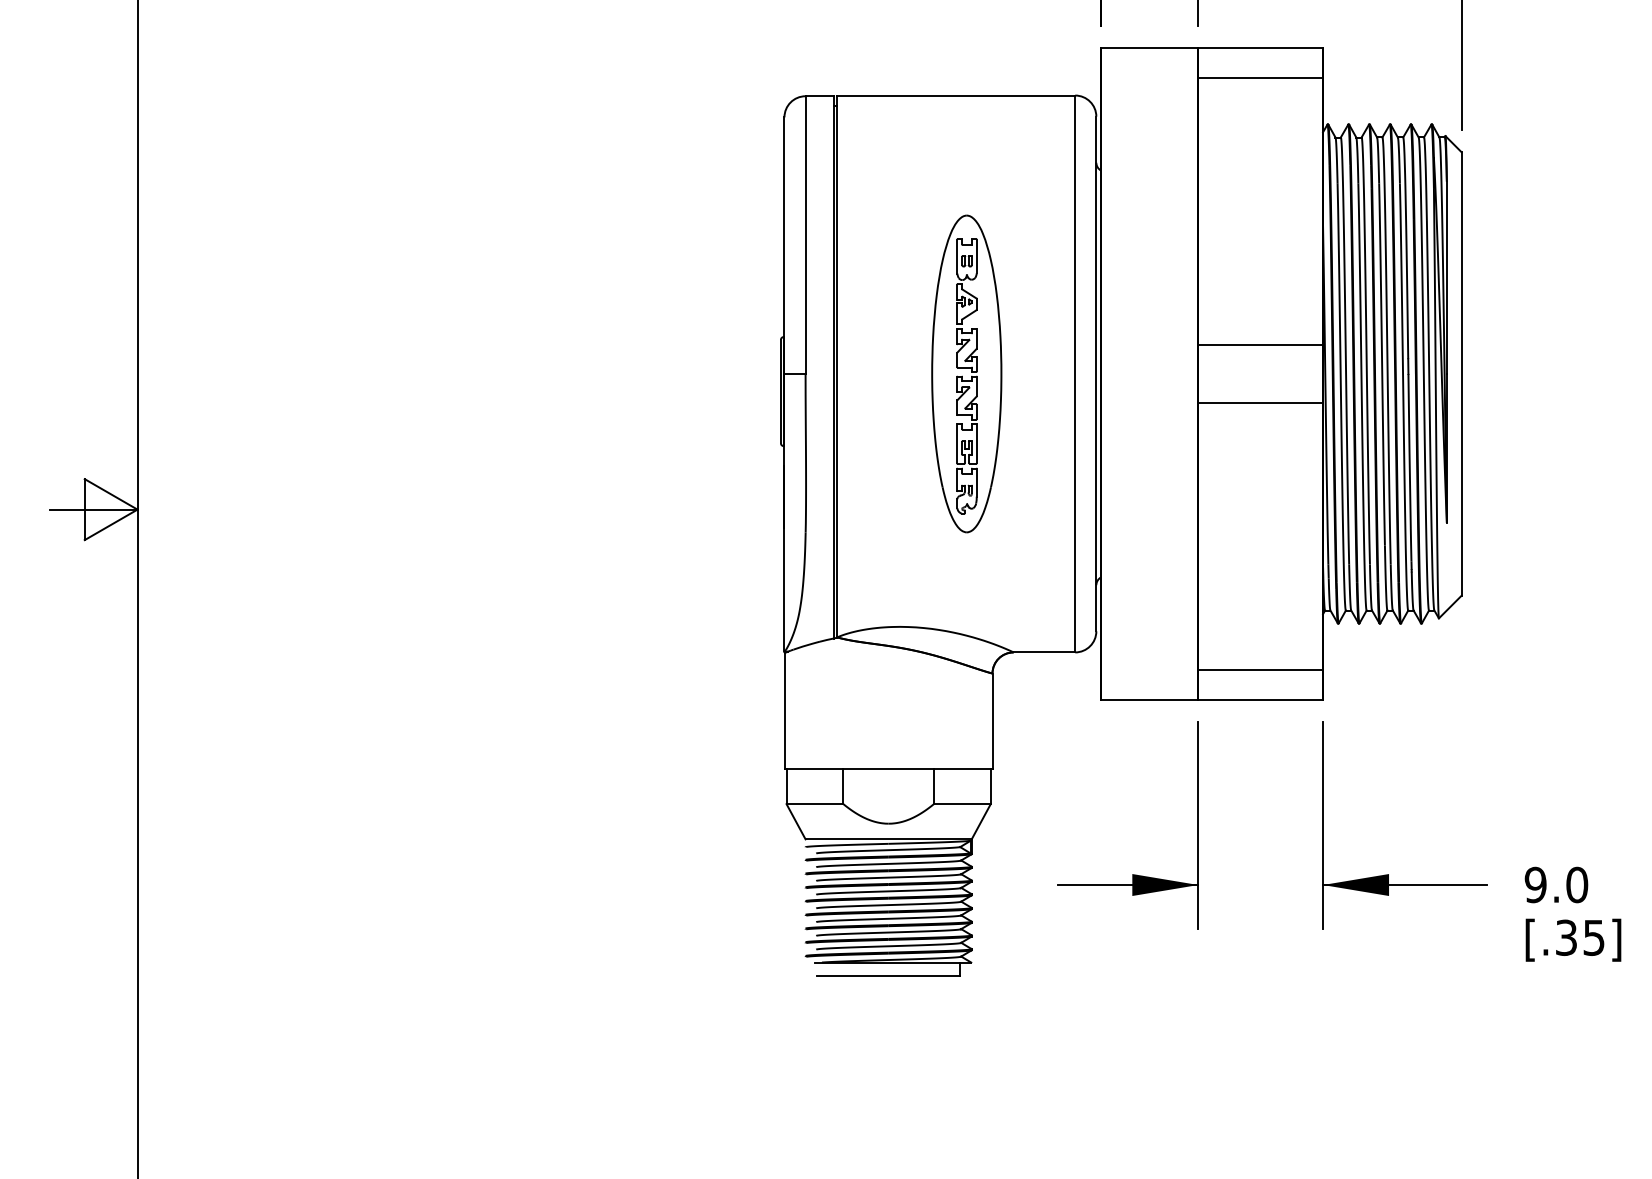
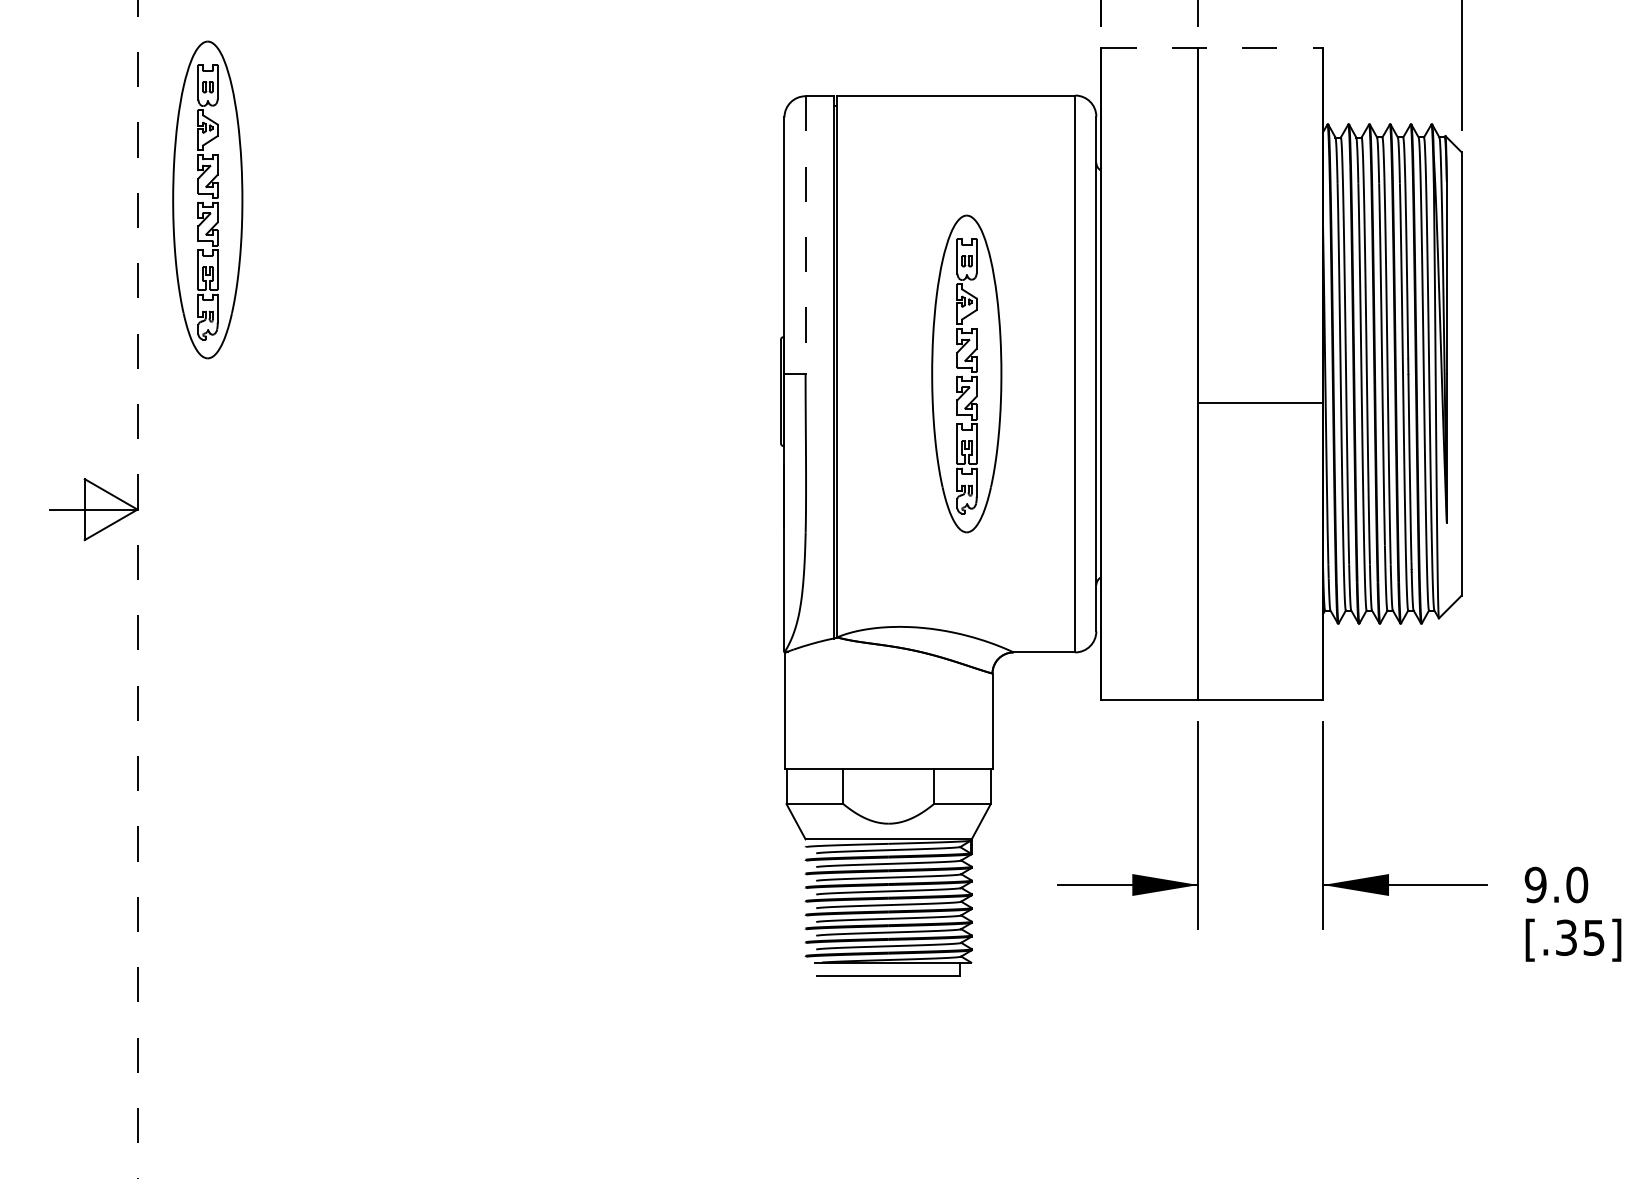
line at (1212, 48): solid -> dashed
line at (1260, 77): present -> none
part at (207, 199): none -> present
line at (805, 235): solid -> dashed
line at (1260, 344): present -> none
line at (137, 589): solid -> dashed
line at (1260, 670): present -> none
